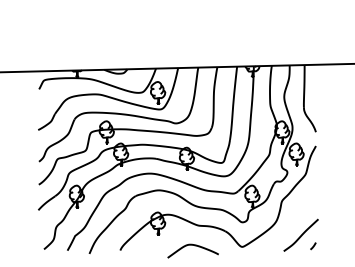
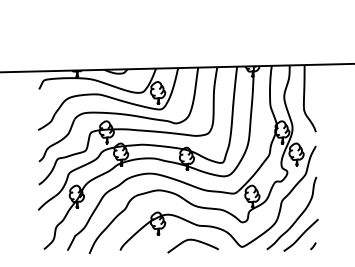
part at (296, 218): none -> present
curve at (194, 246) position: (194, 246) -> (194, 241)
